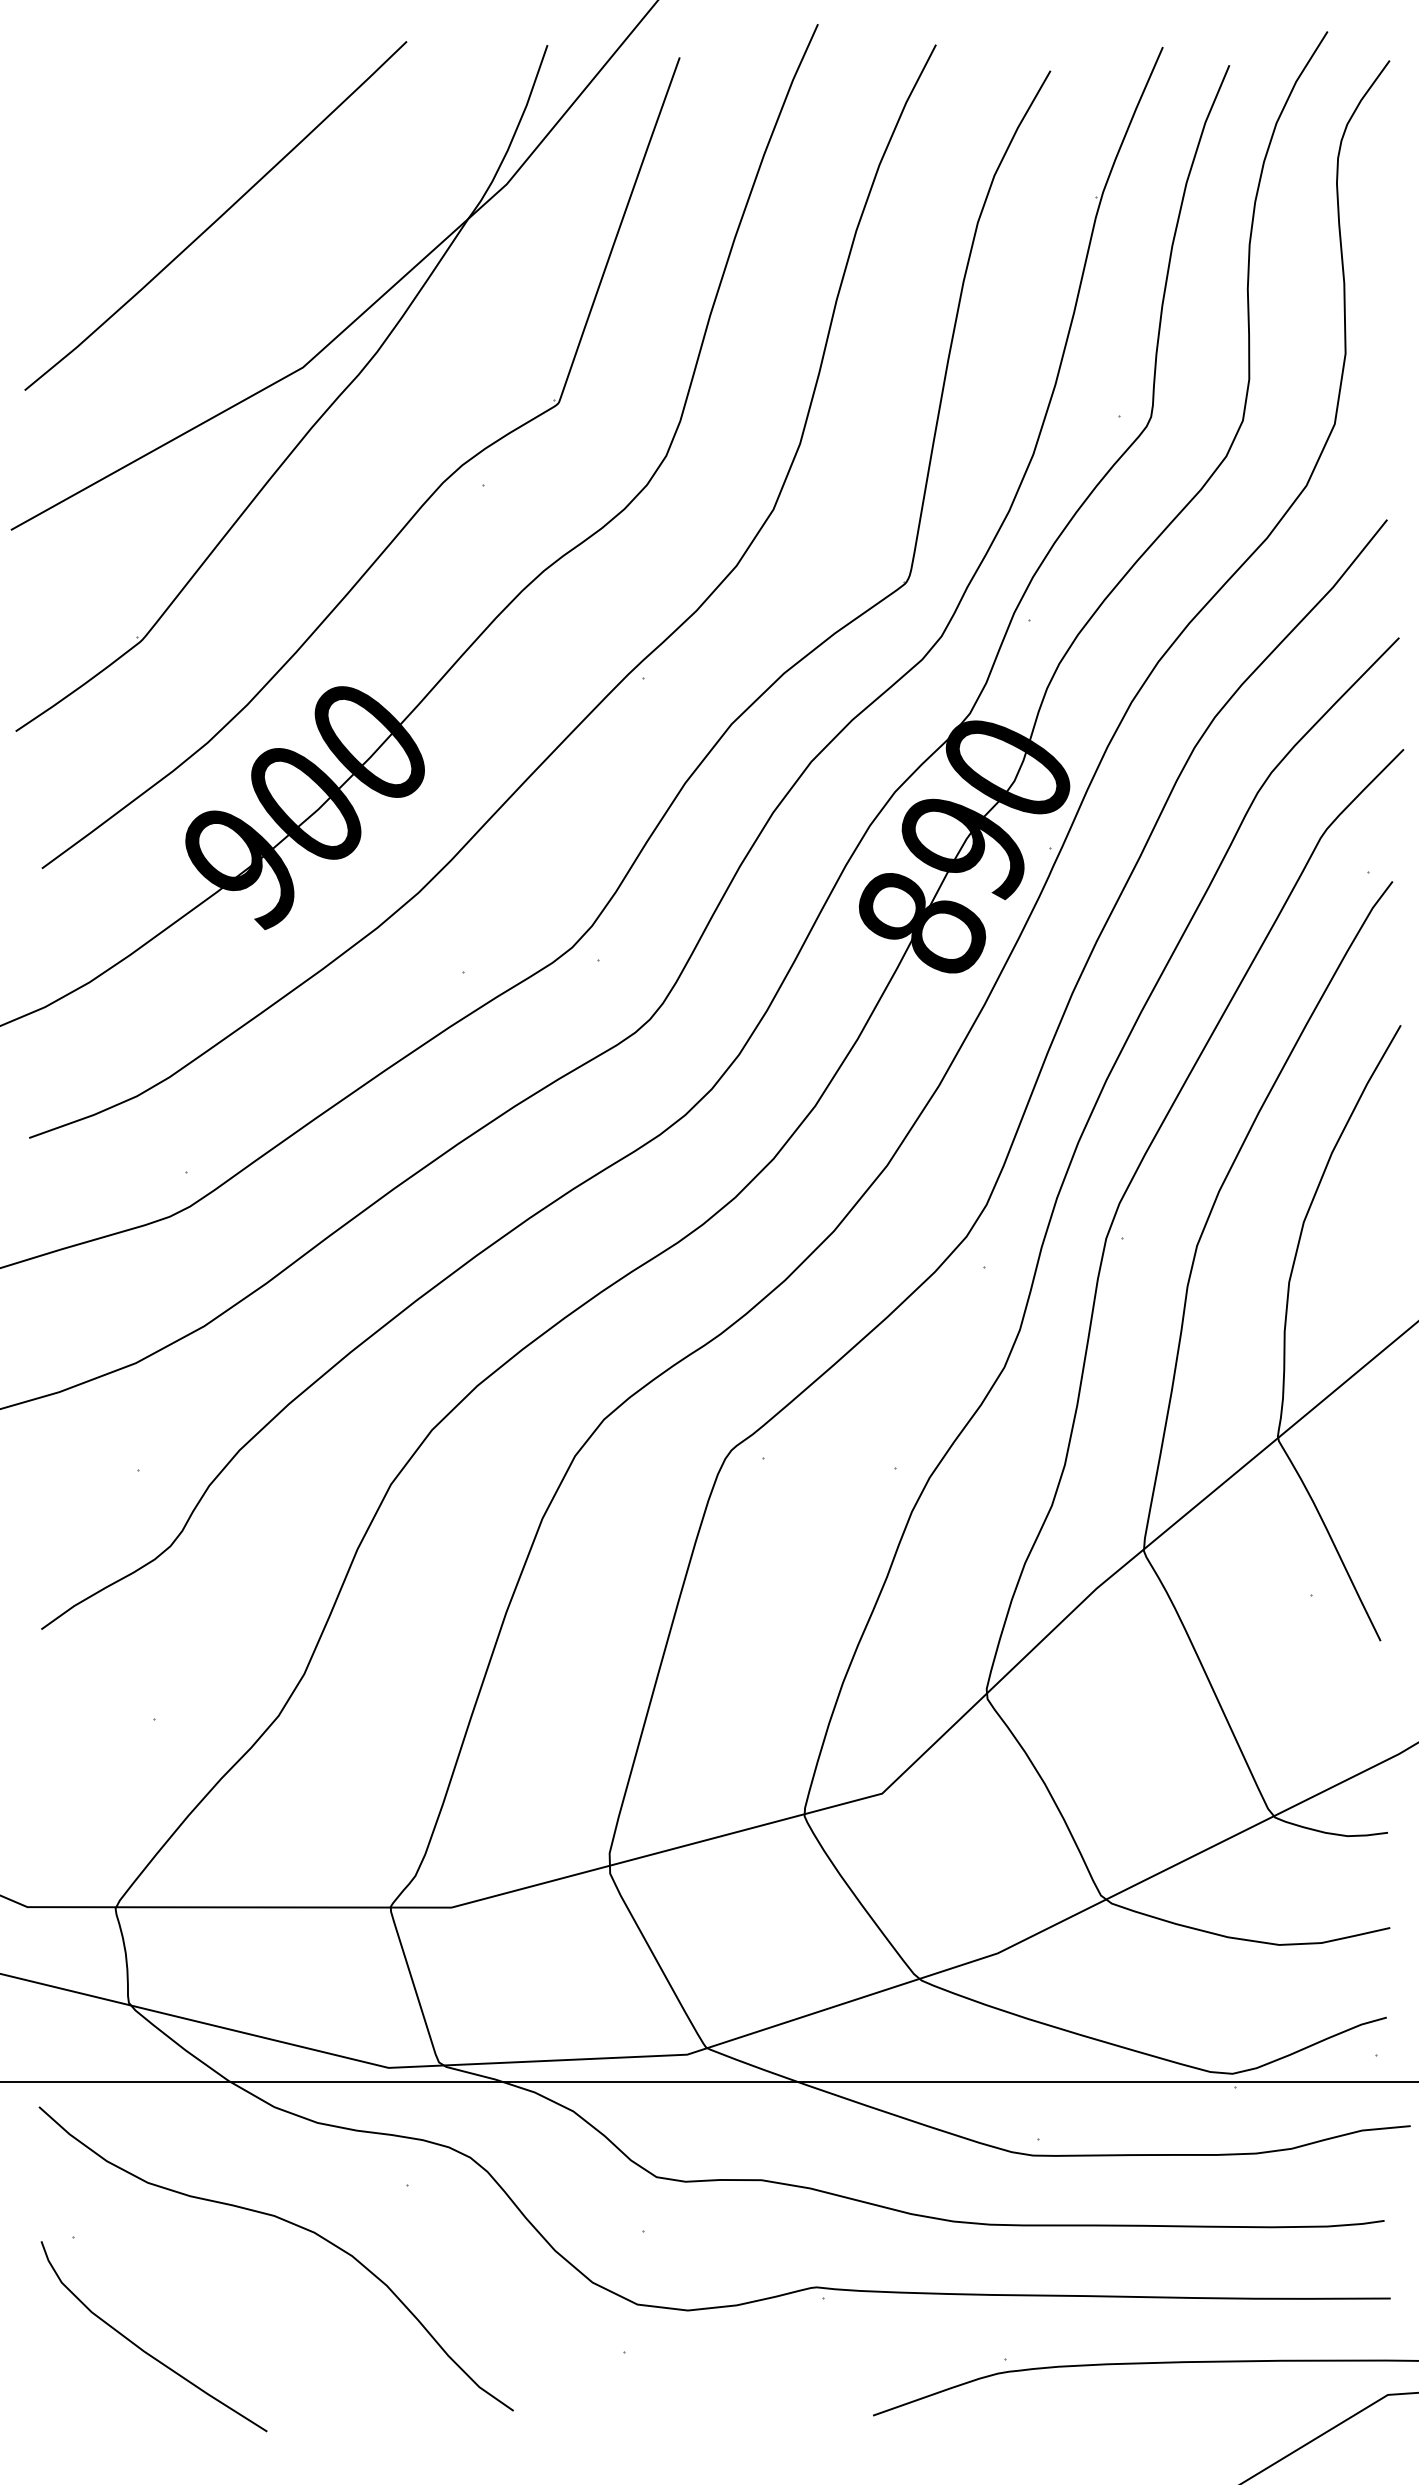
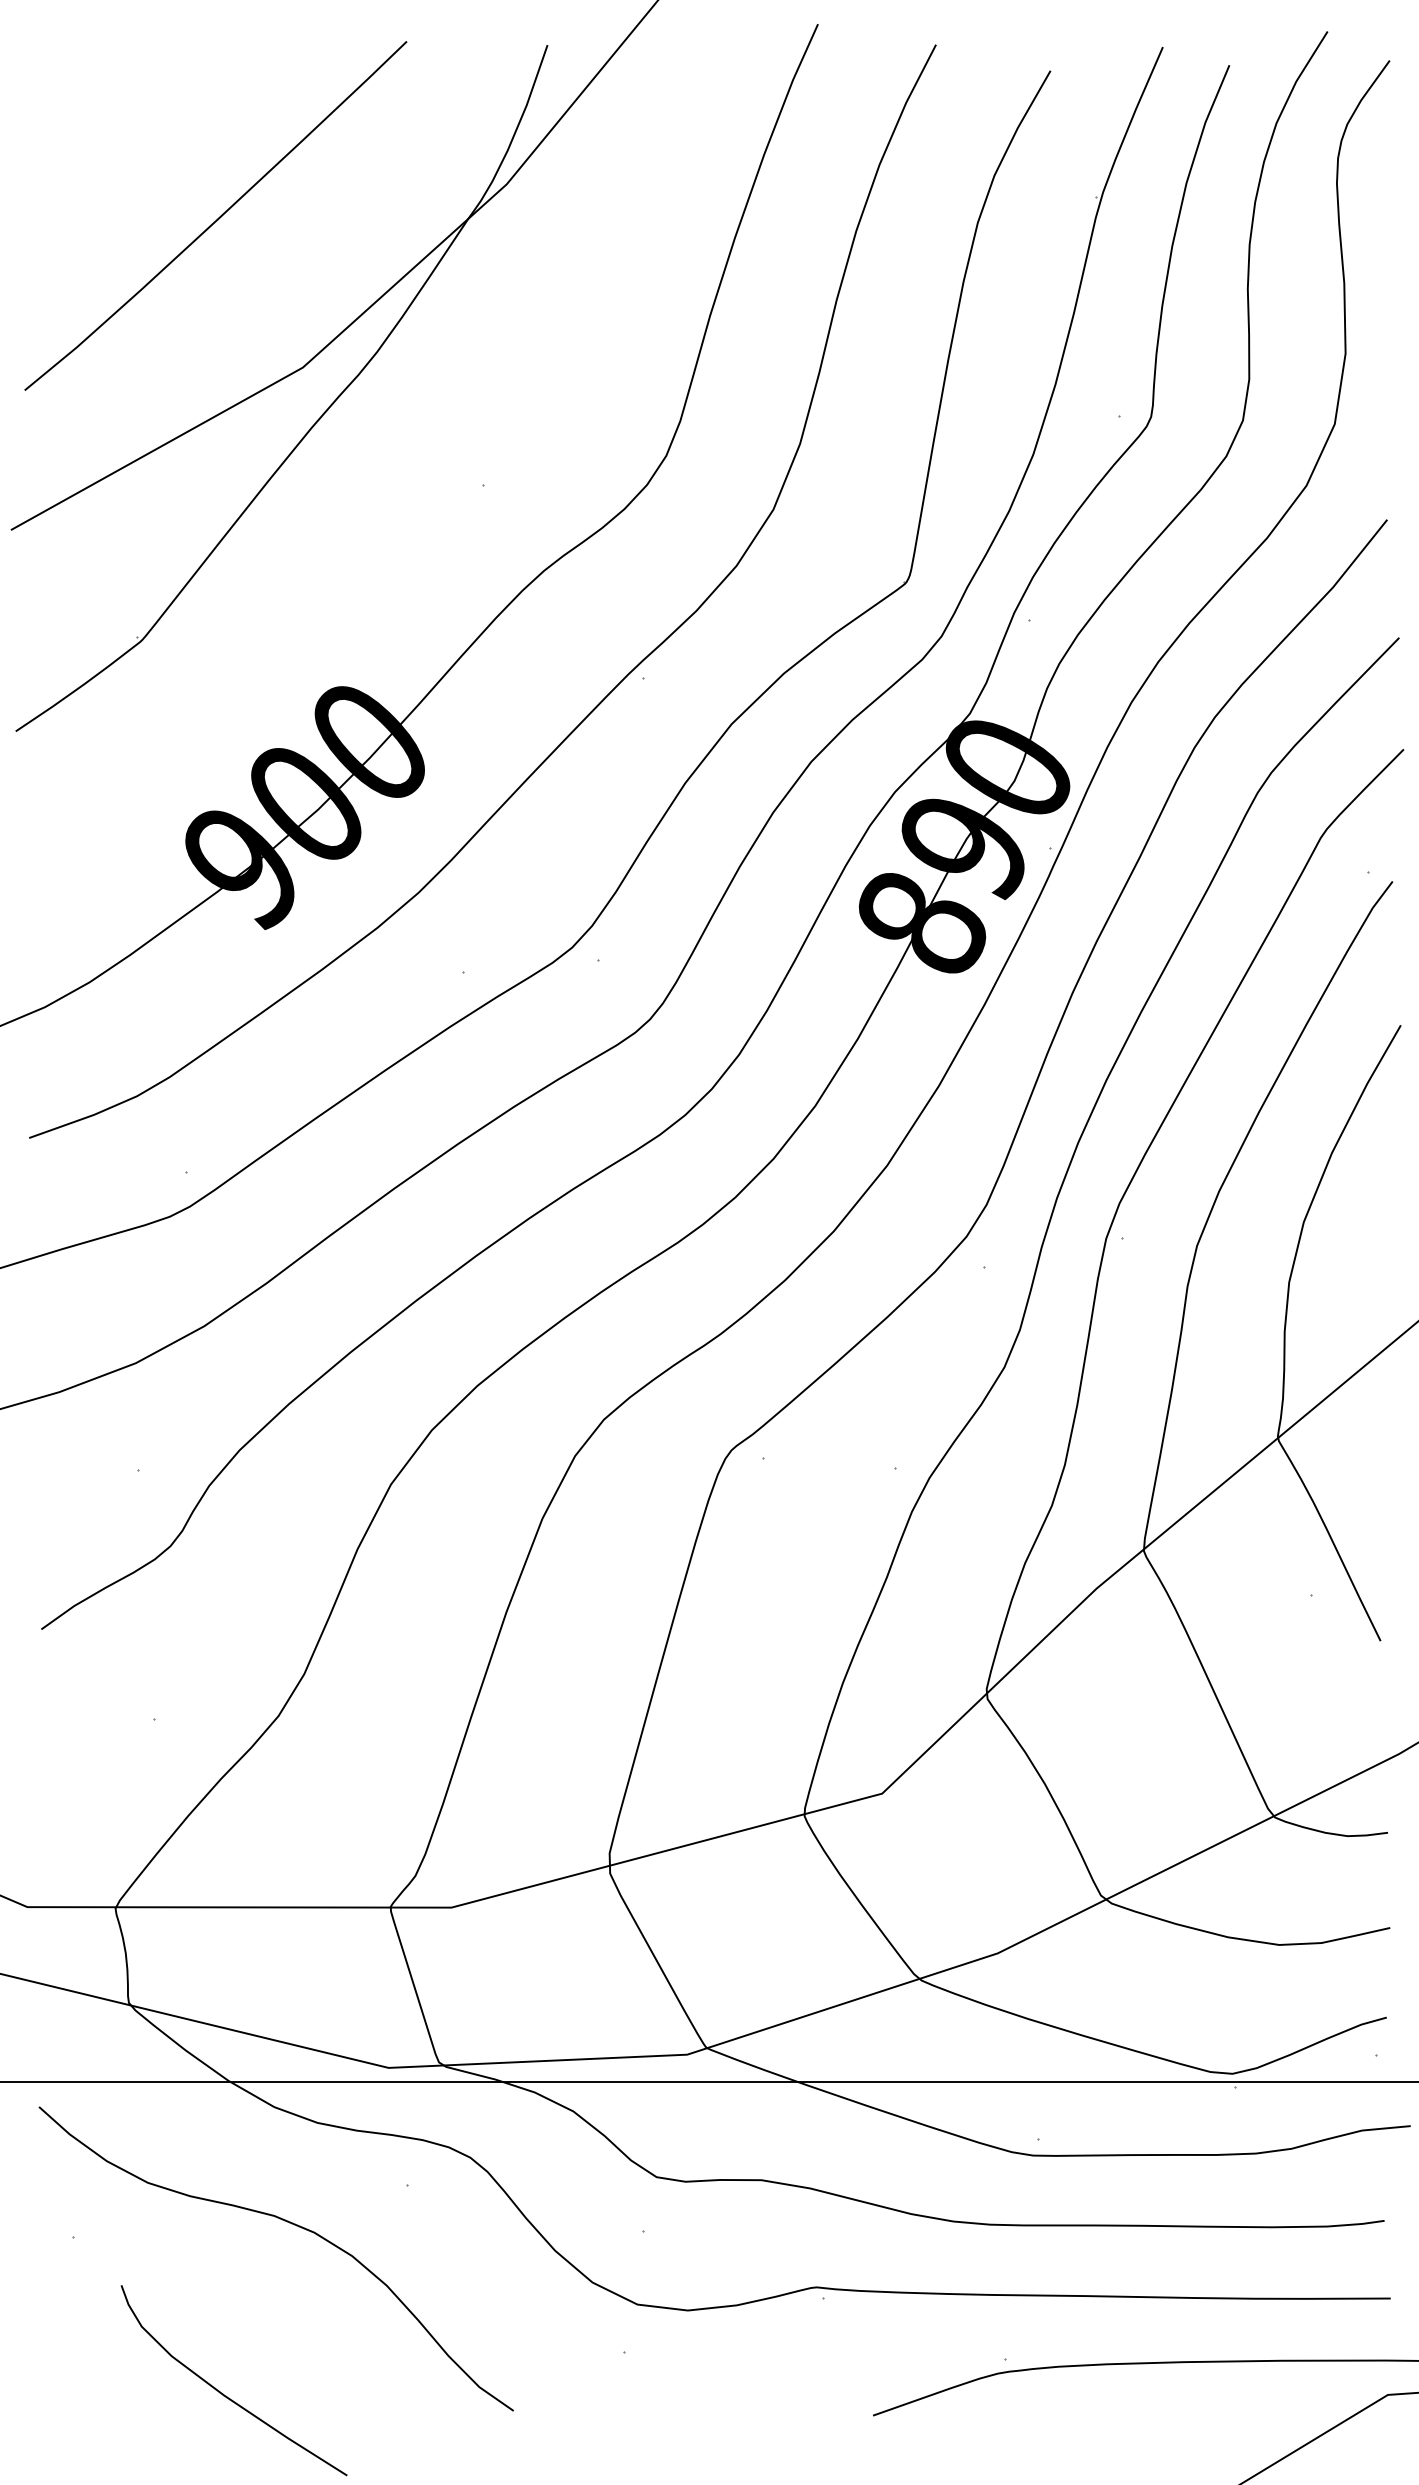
part at (418, 508): present -> none
curve at (143, 2349) position: (143, 2349) -> (223, 2393)
